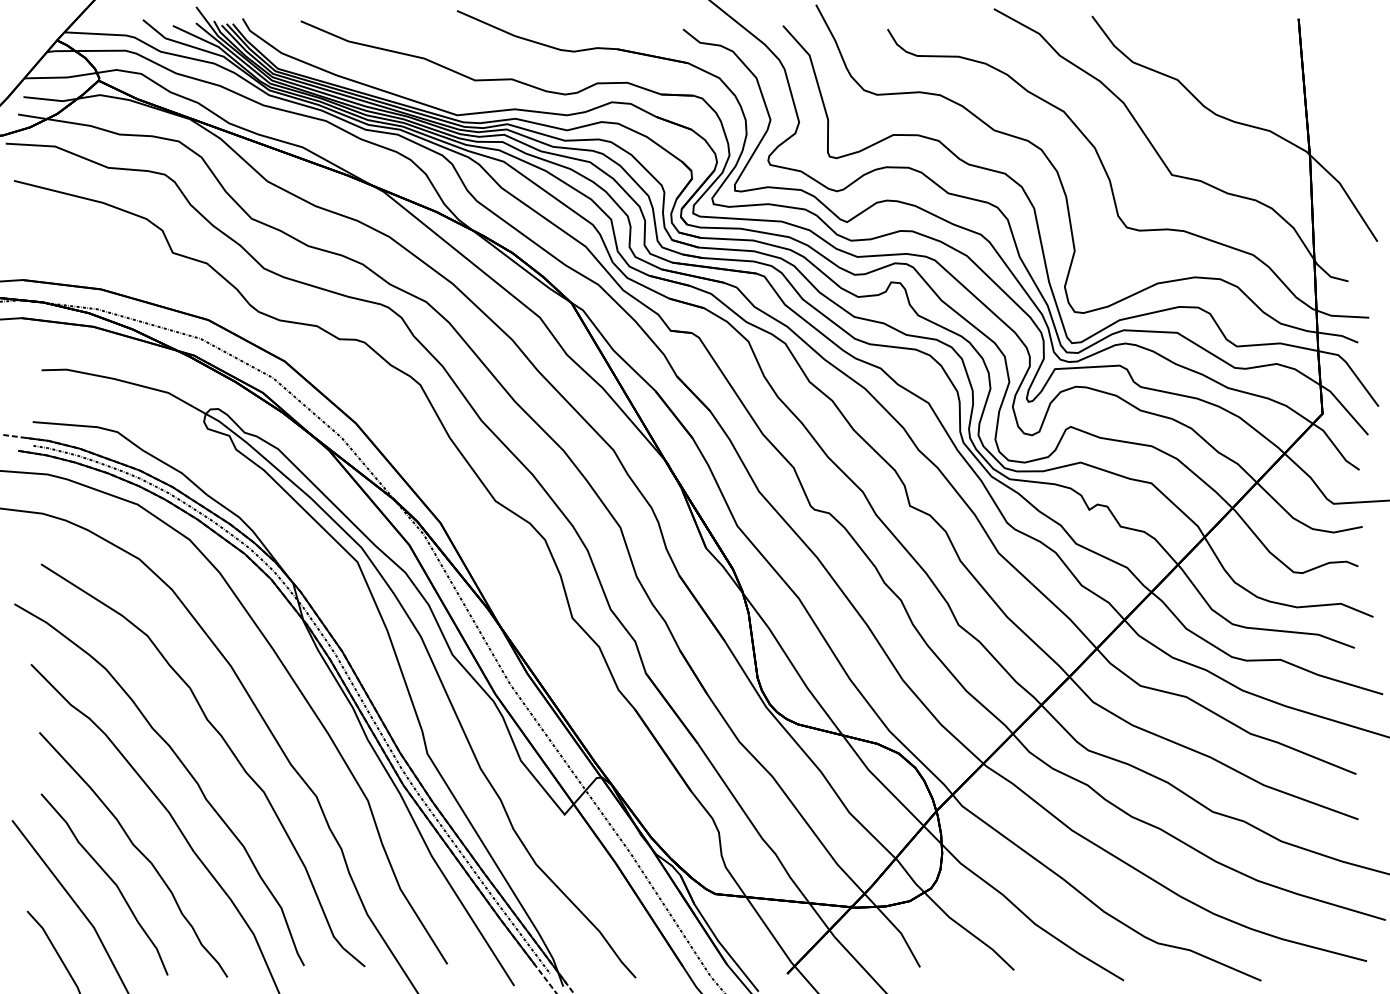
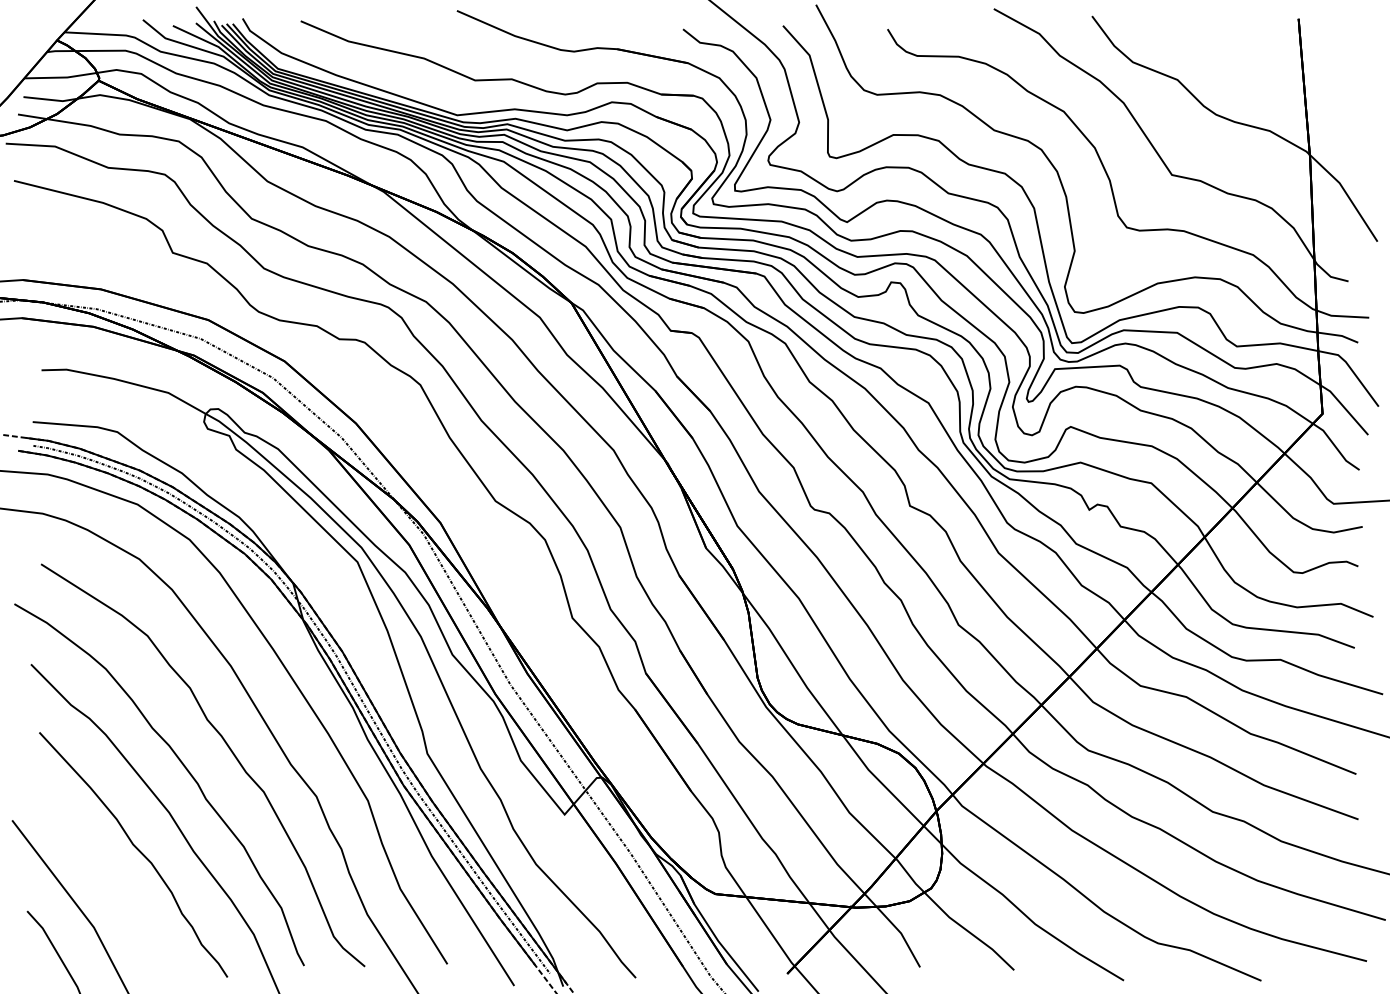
part at (111, 881): present -> none
